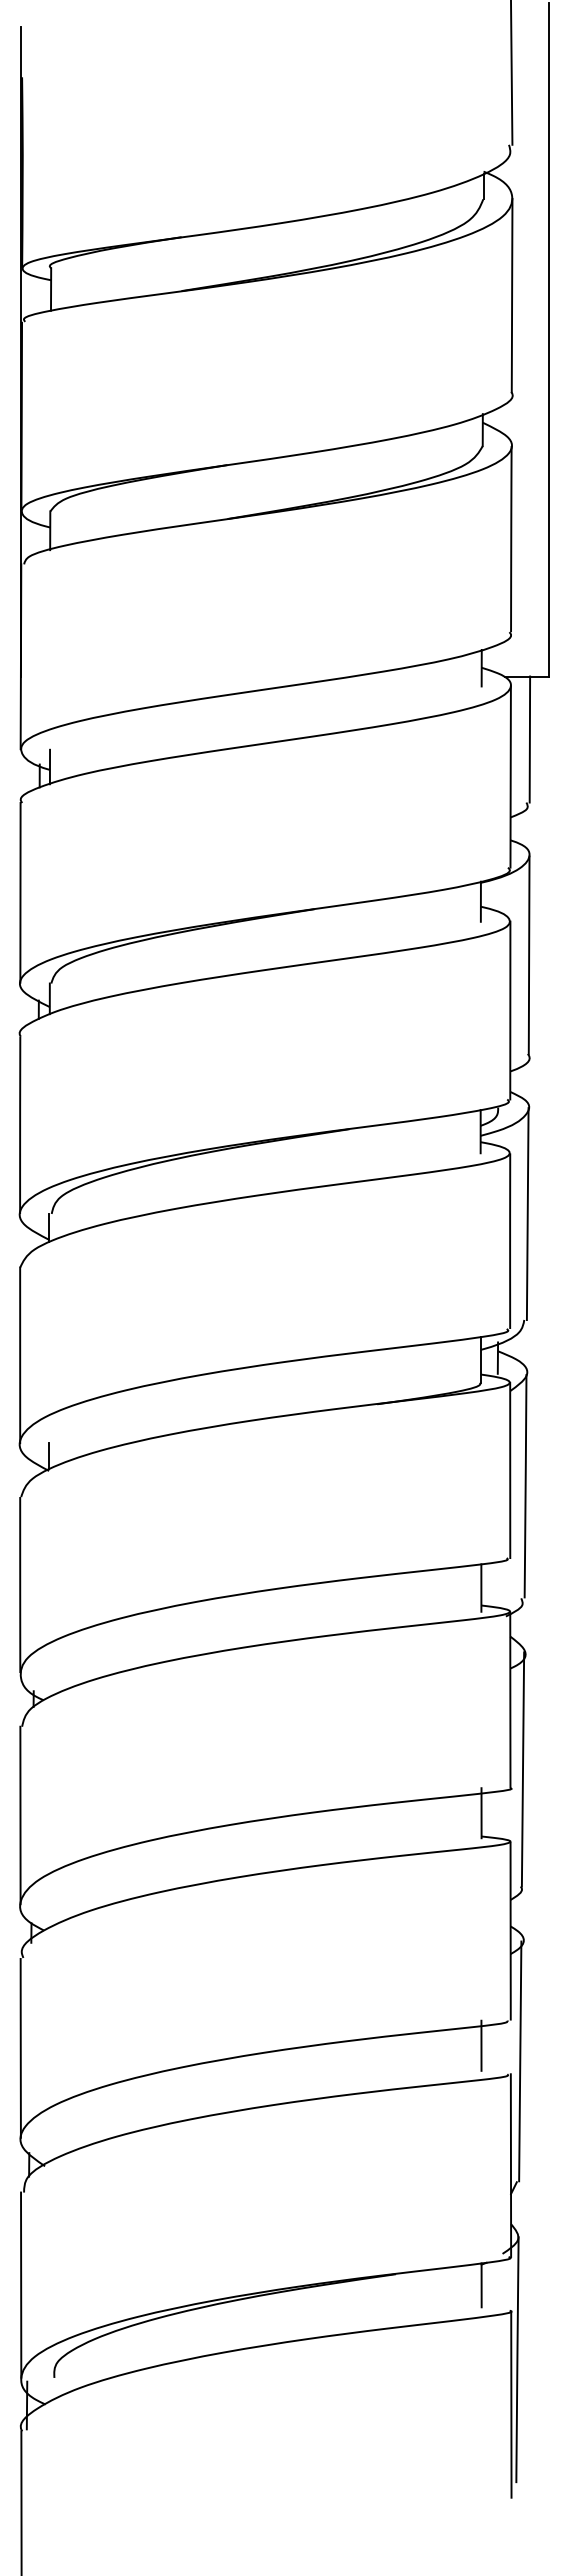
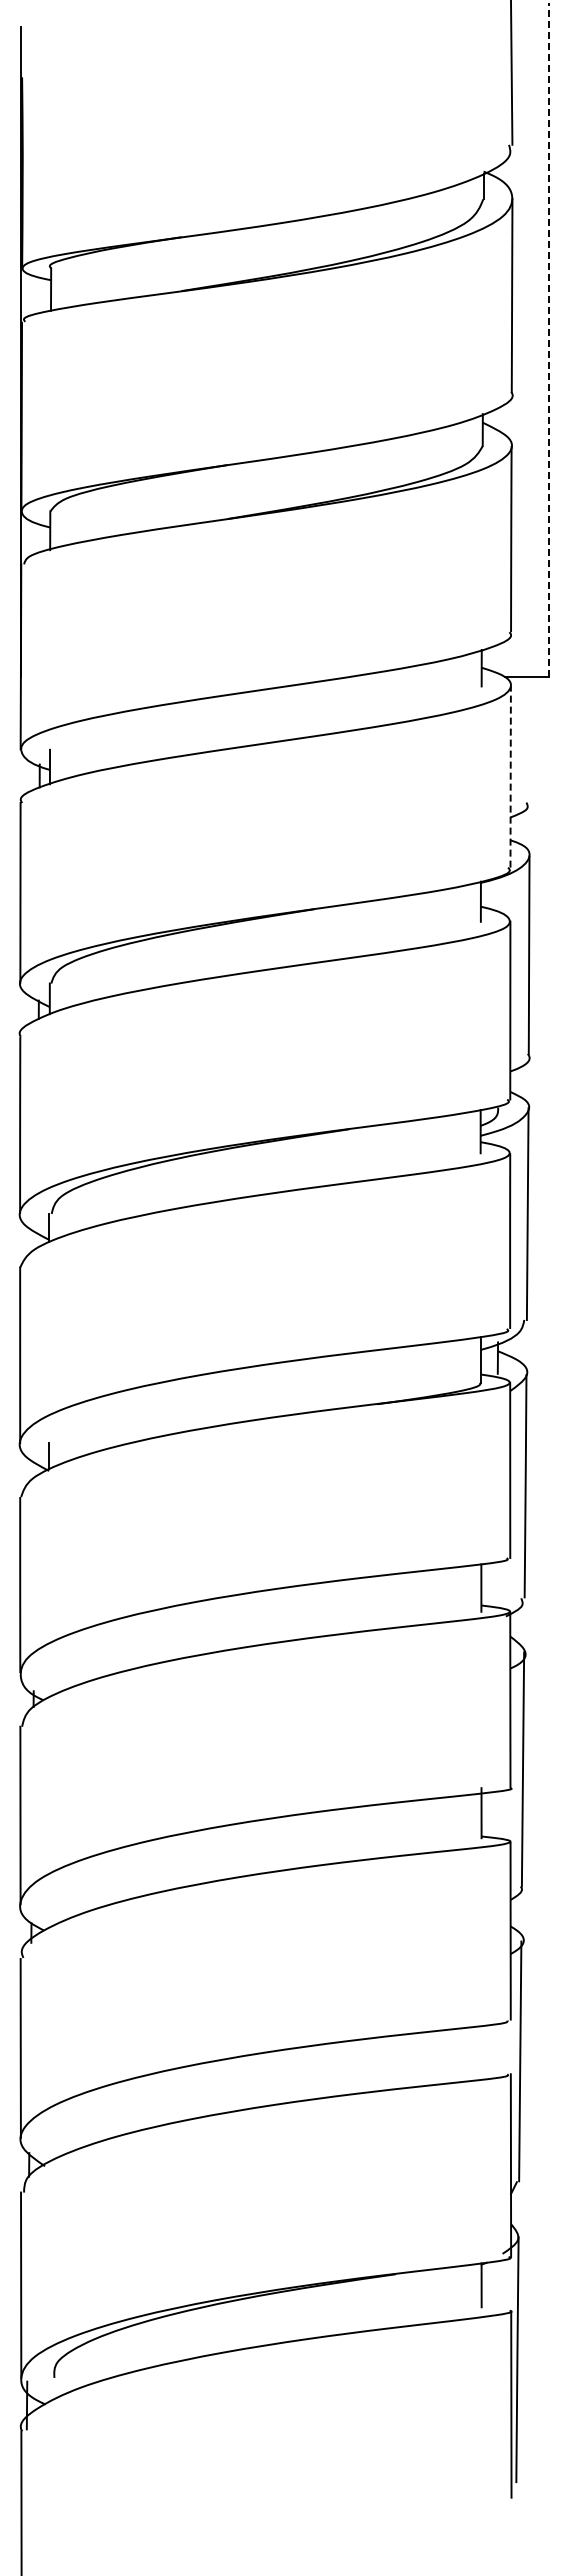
line at (549, 339): solid -> dashed
line at (529, 739): present -> none
line at (510, 777): solid -> dashed
line at (481, 2045): present -> none
